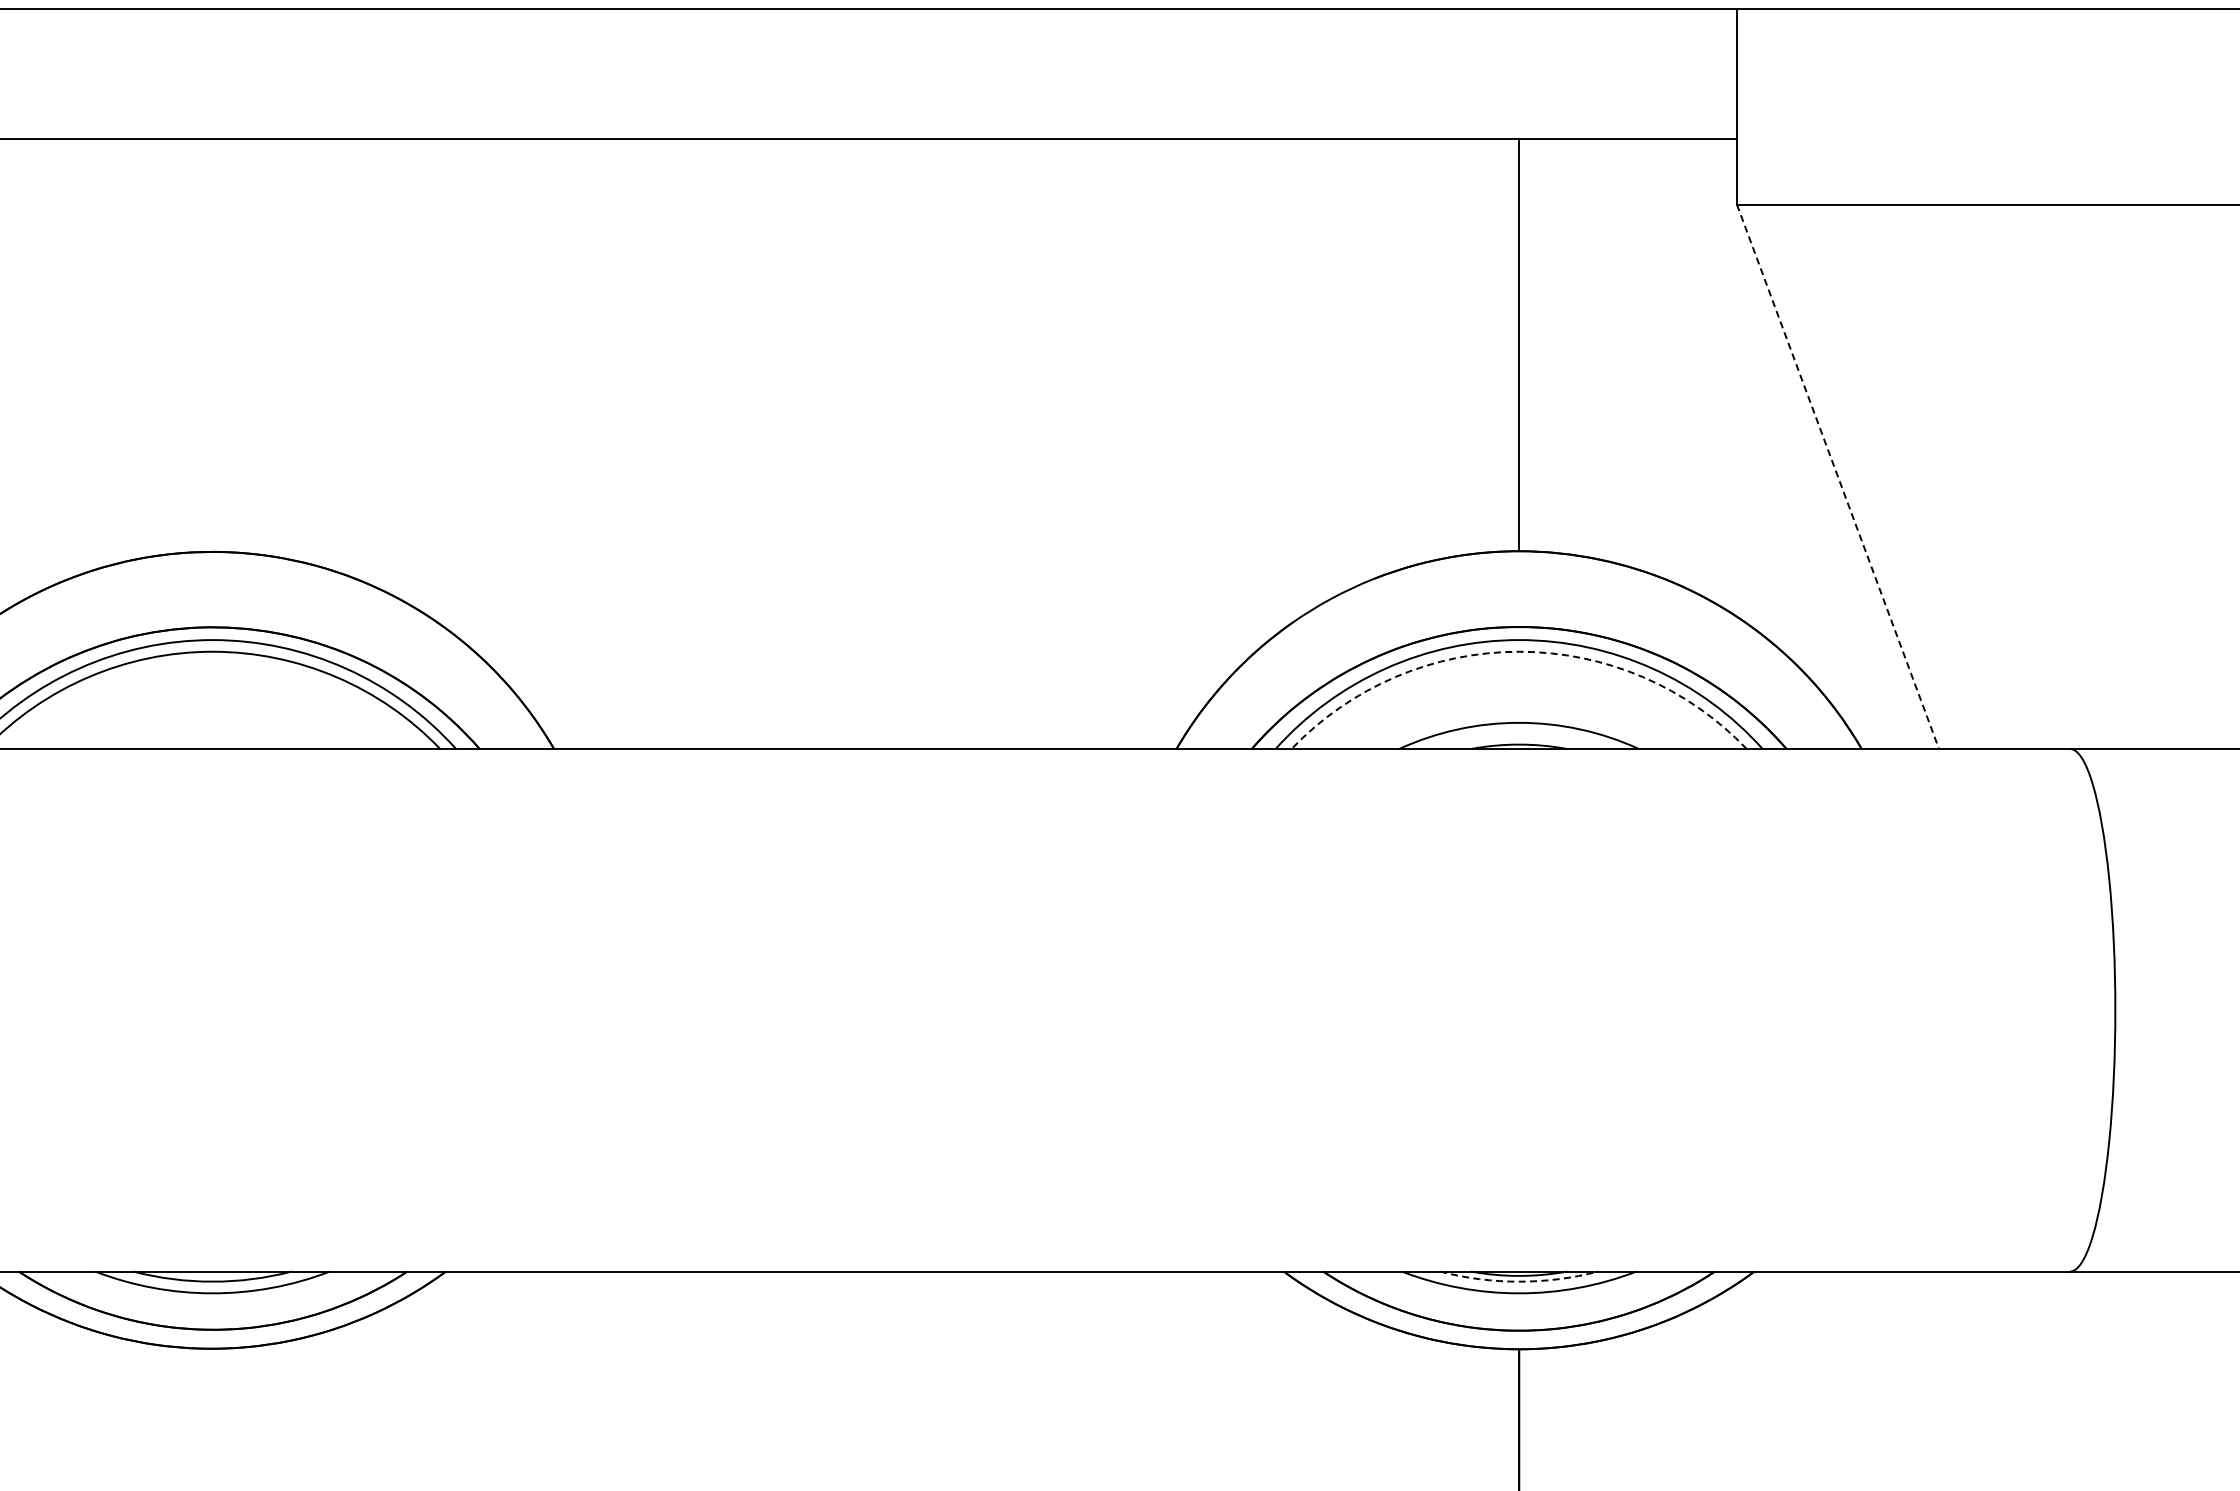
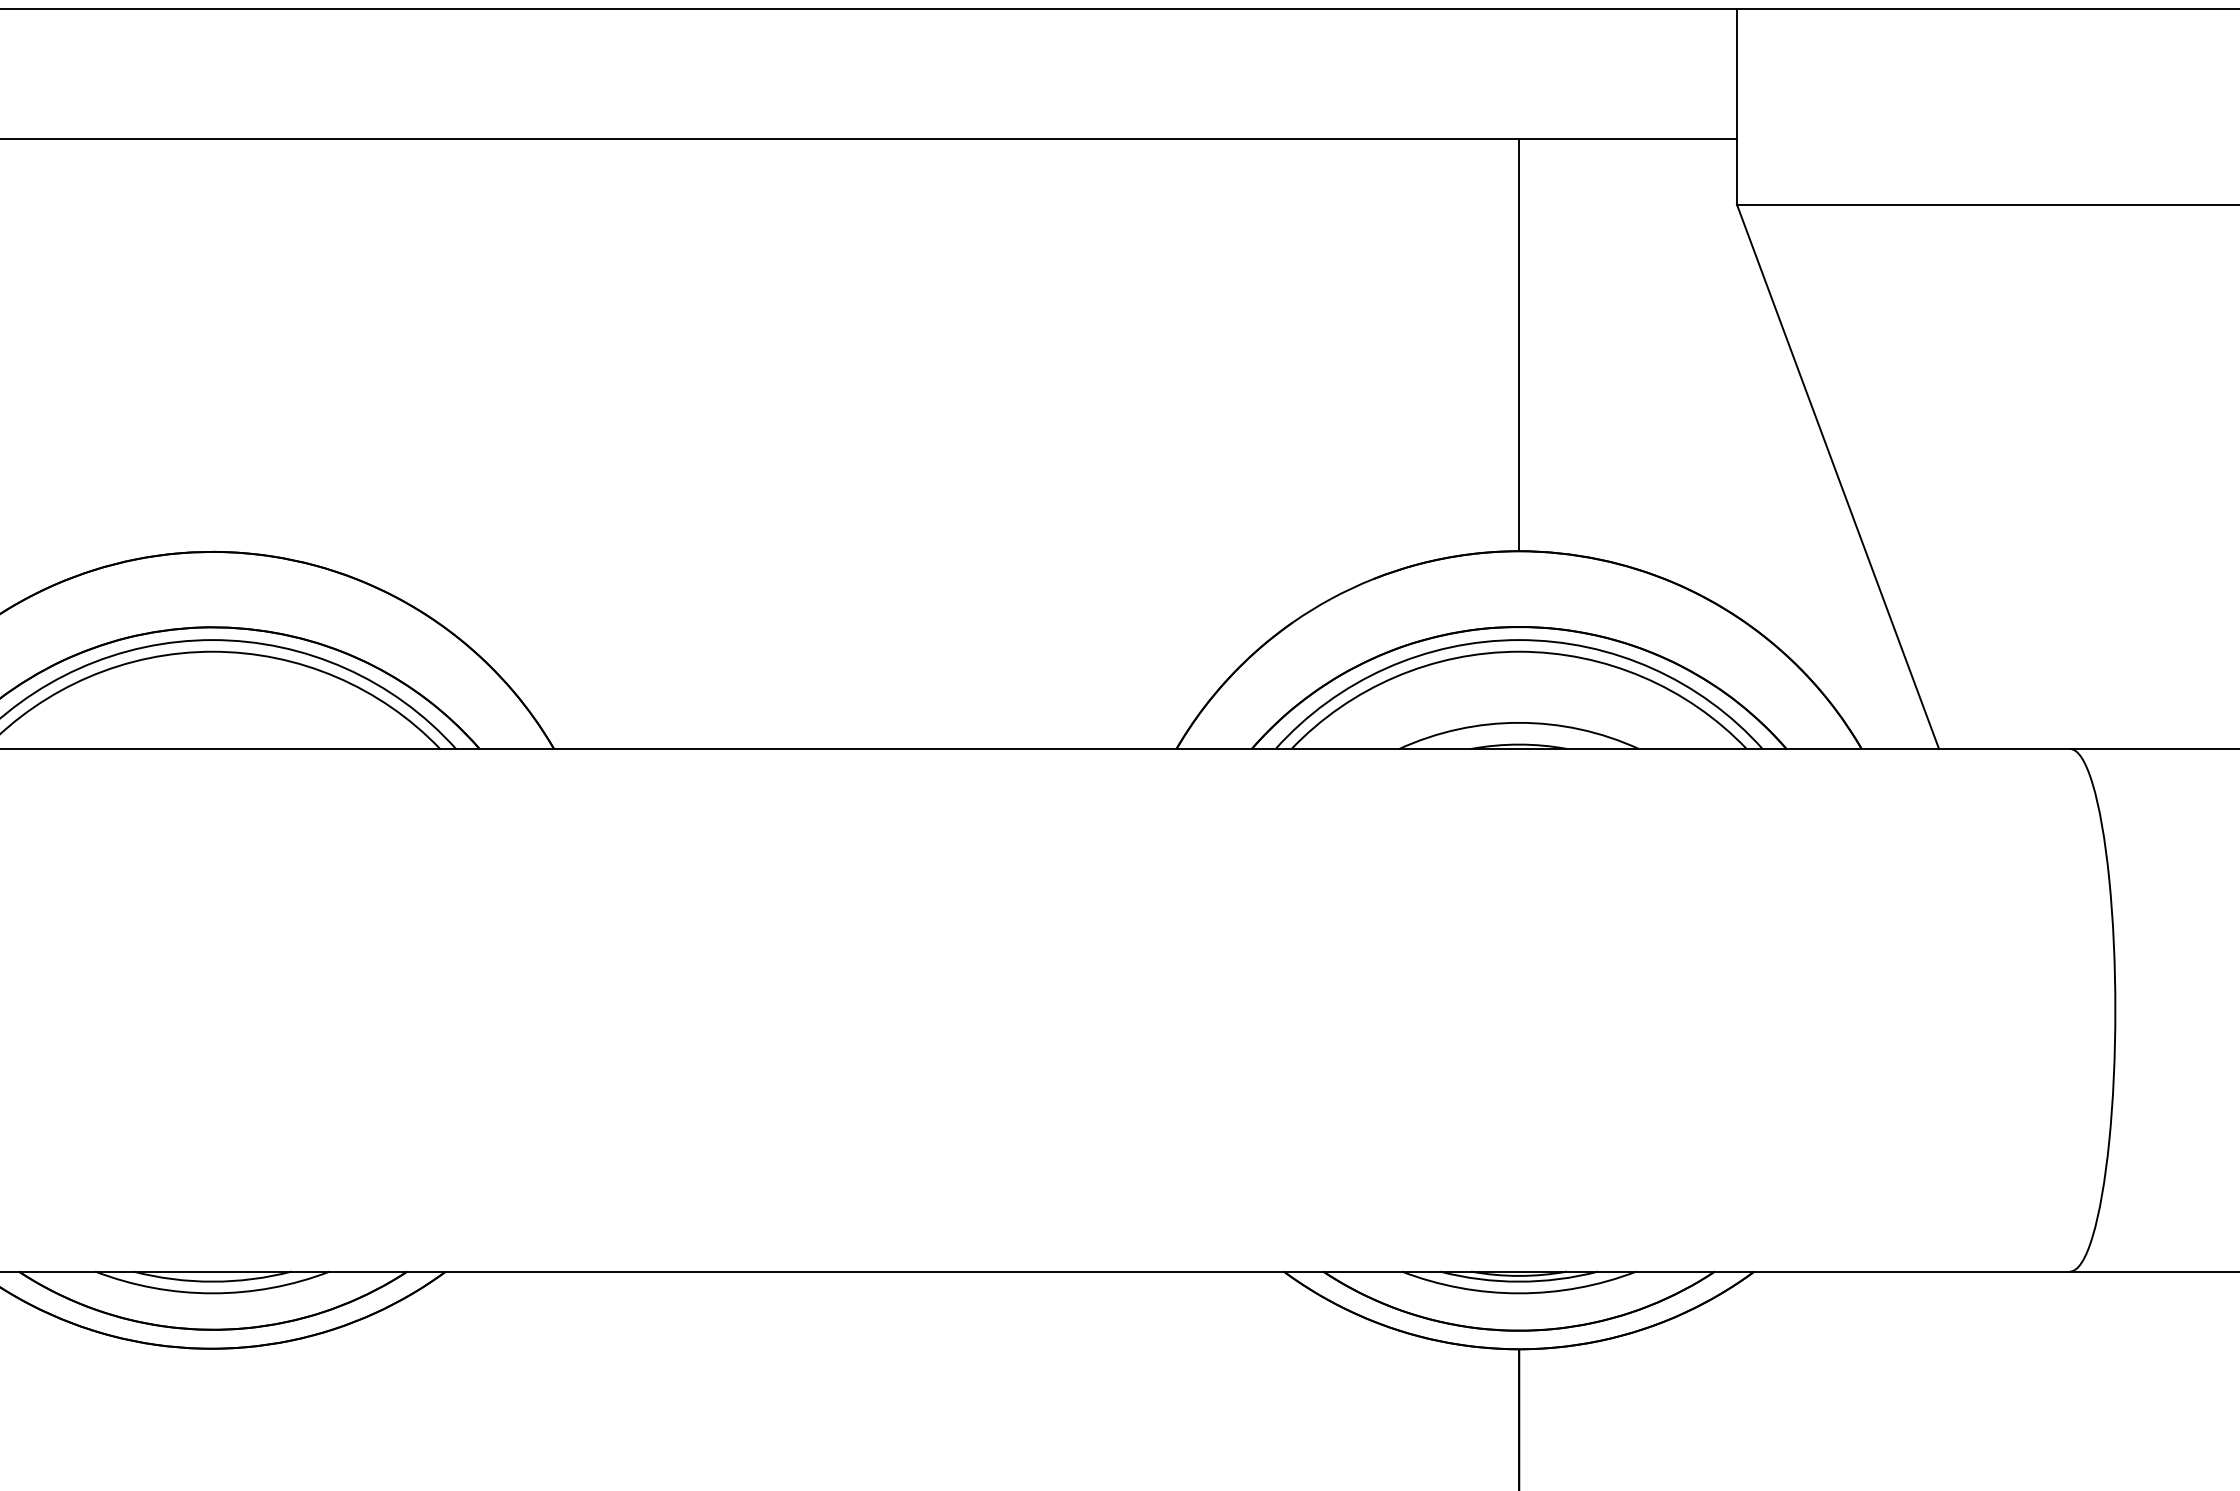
line at (1838, 477): dashed -> solid
arc at (1519, 651): dashed -> solid
arc at (1519, 1281): dashed -> solid
